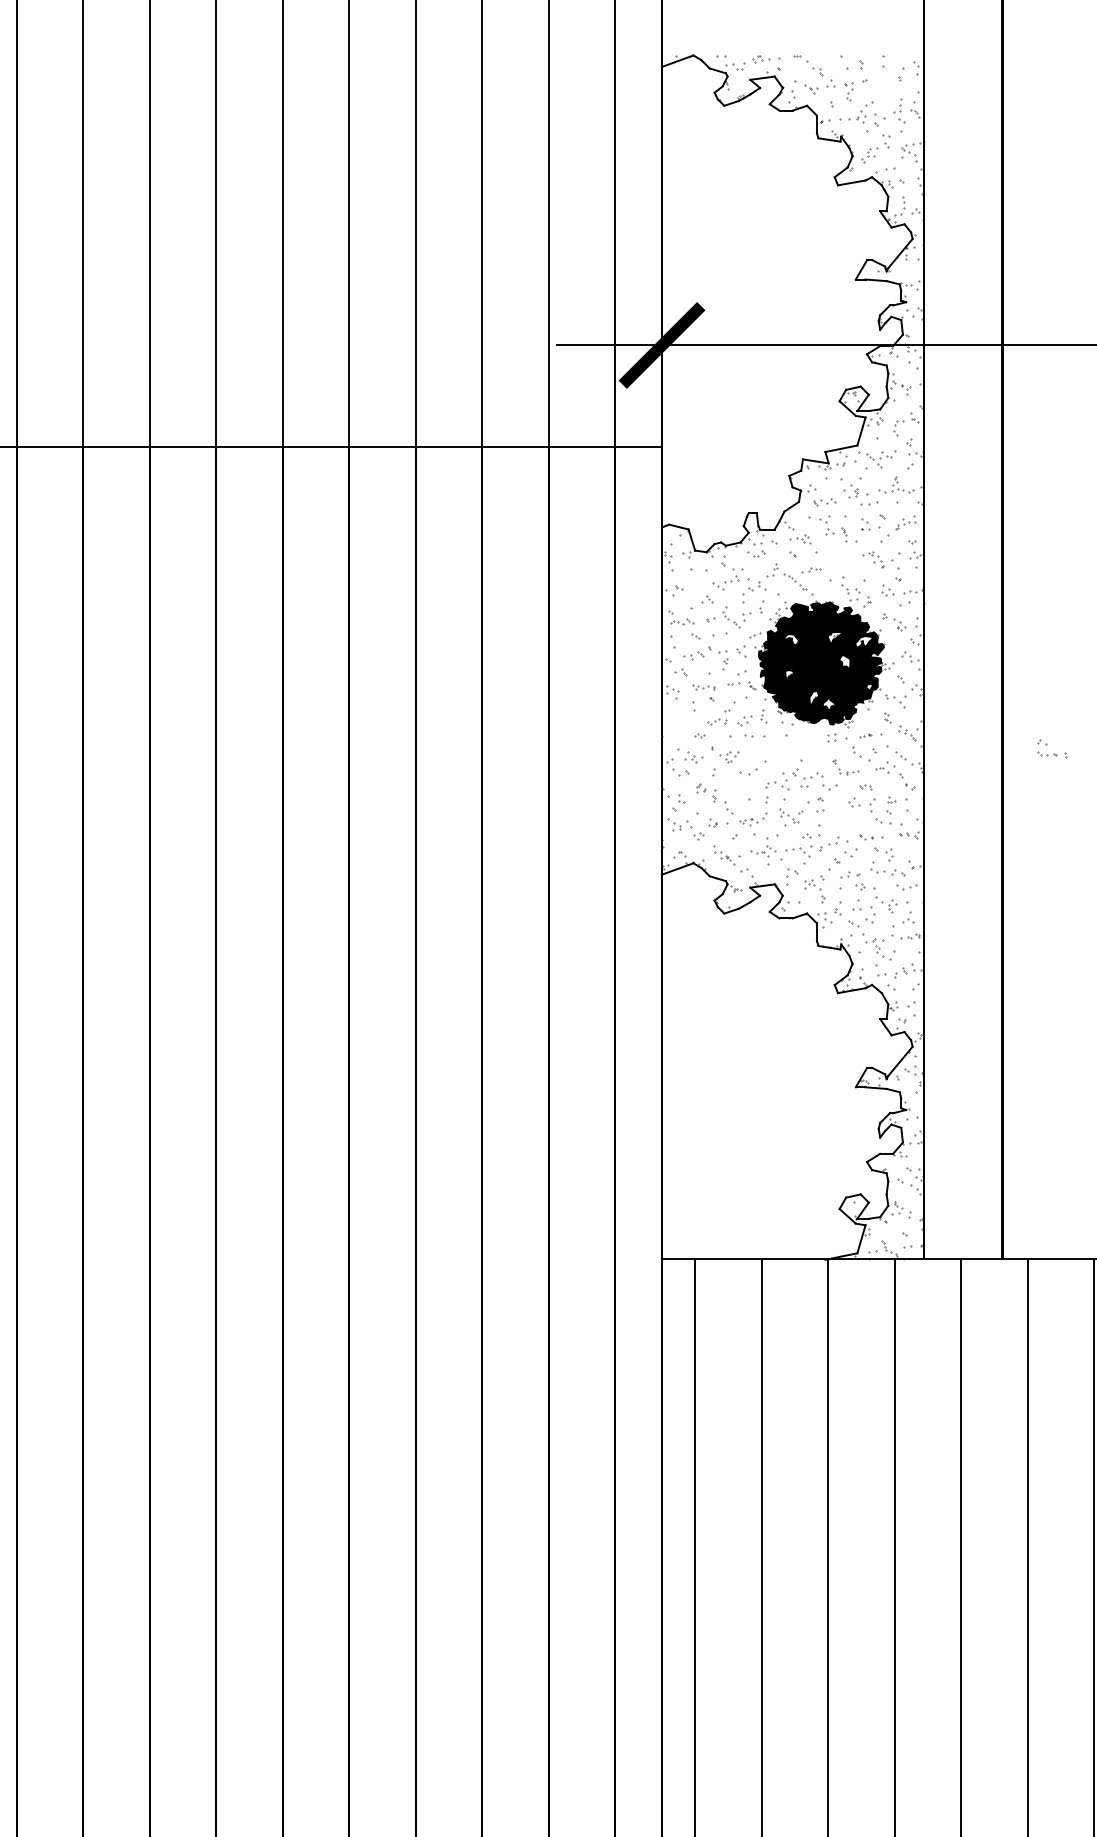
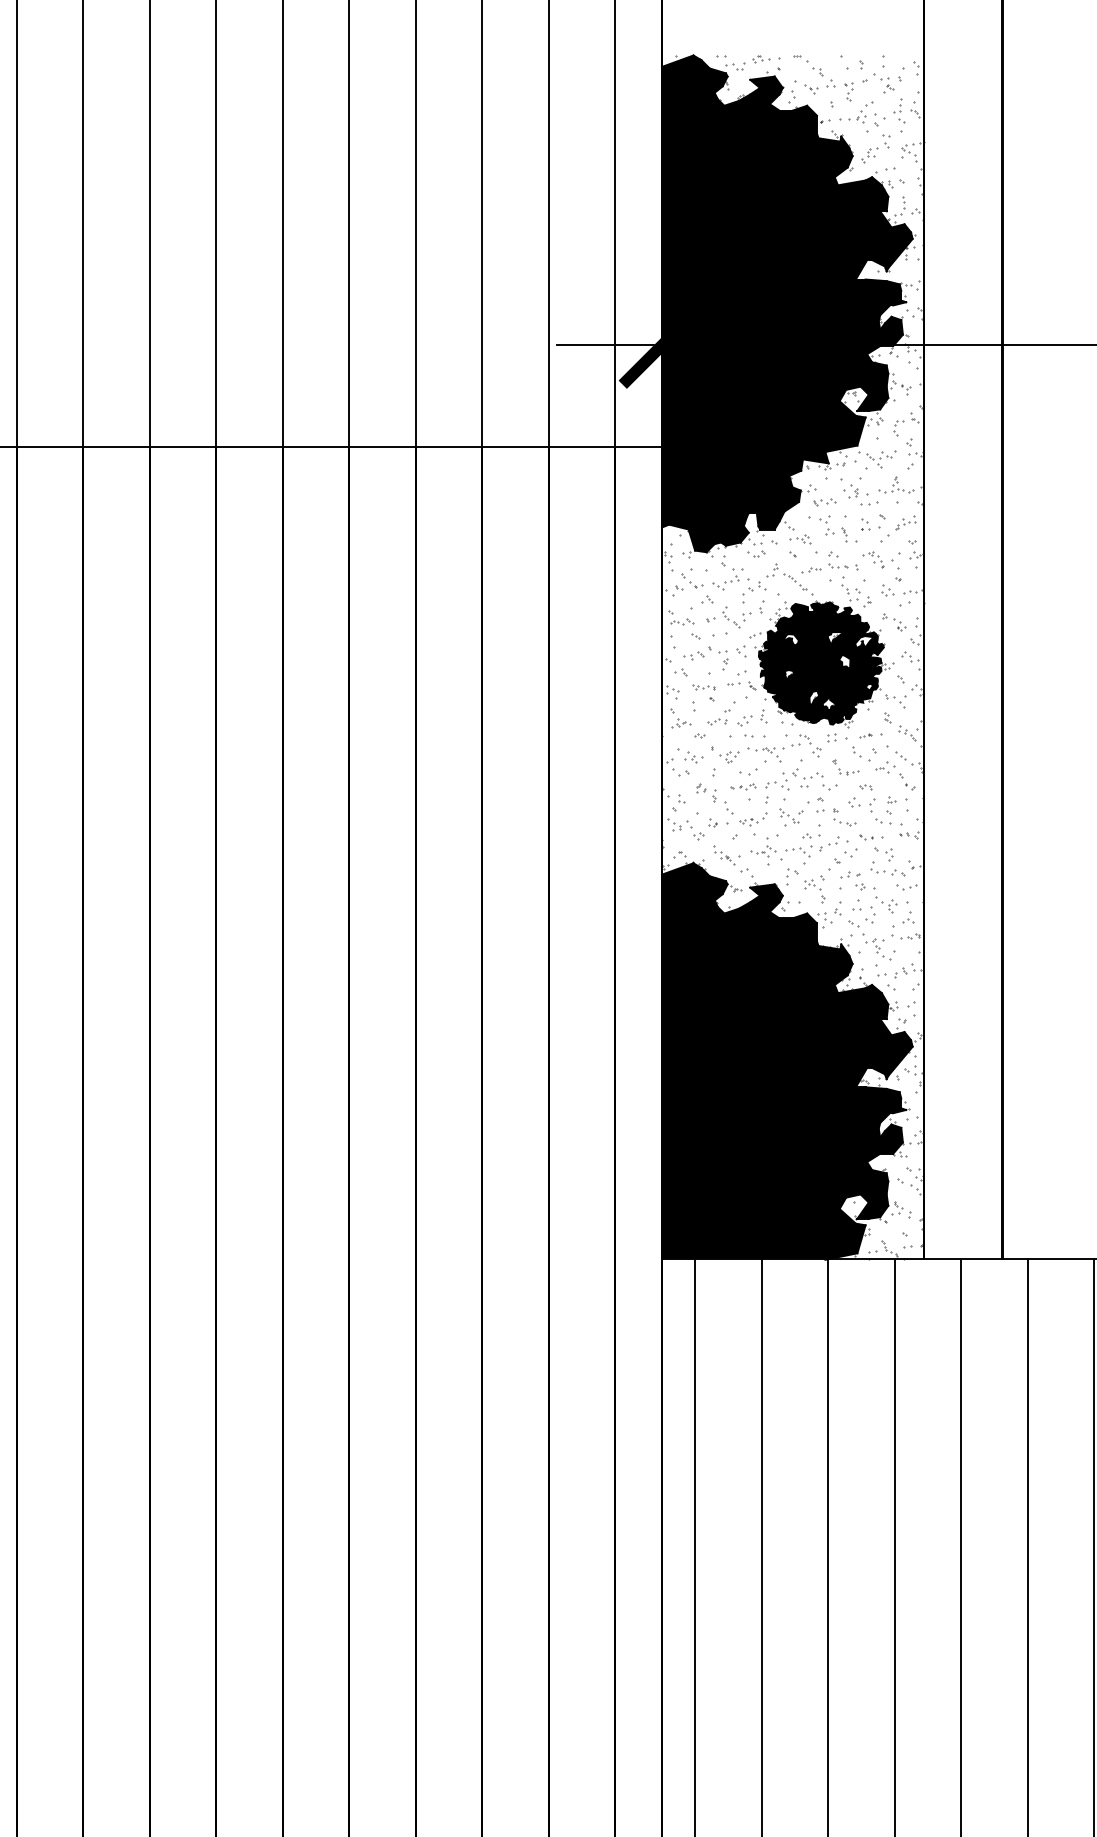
part at (883, 83): none -> present
fill at (787, 303): none -> present
part at (692, 580): none -> present
part at (680, 718): none -> present
part at (784, 748): none -> present
part at (1052, 748) position: (1052, 748) -> (843, 560)
part at (743, 786): none -> present
part at (844, 817): none -> present
fill at (787, 1060): none -> present
